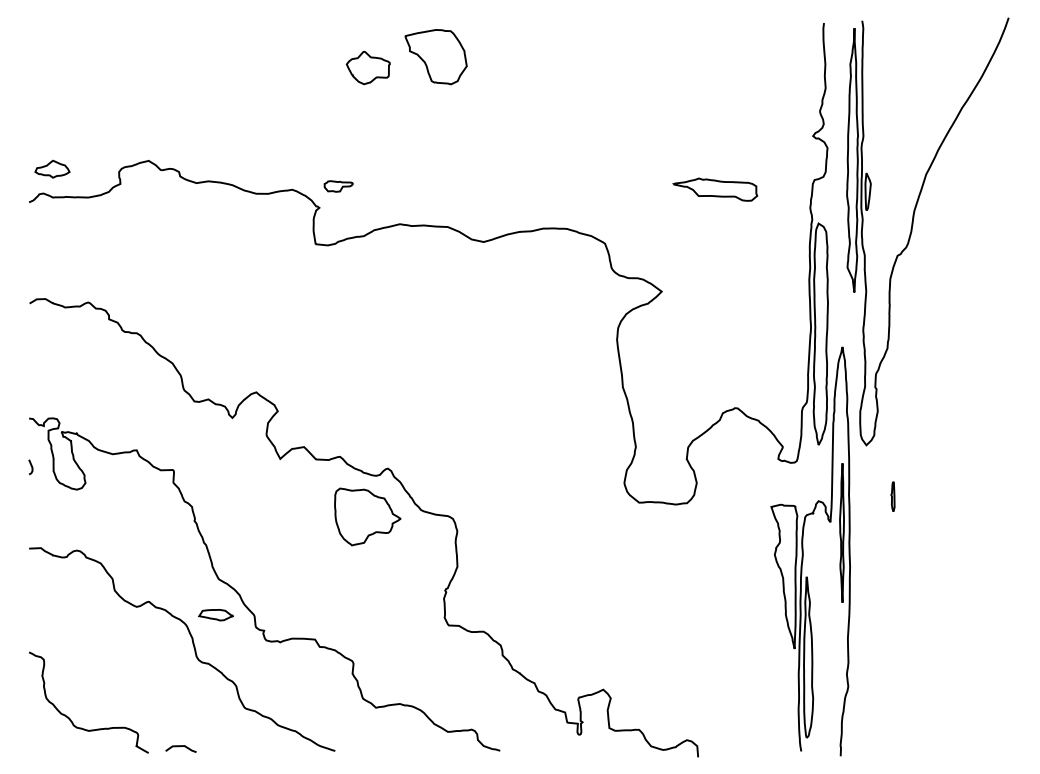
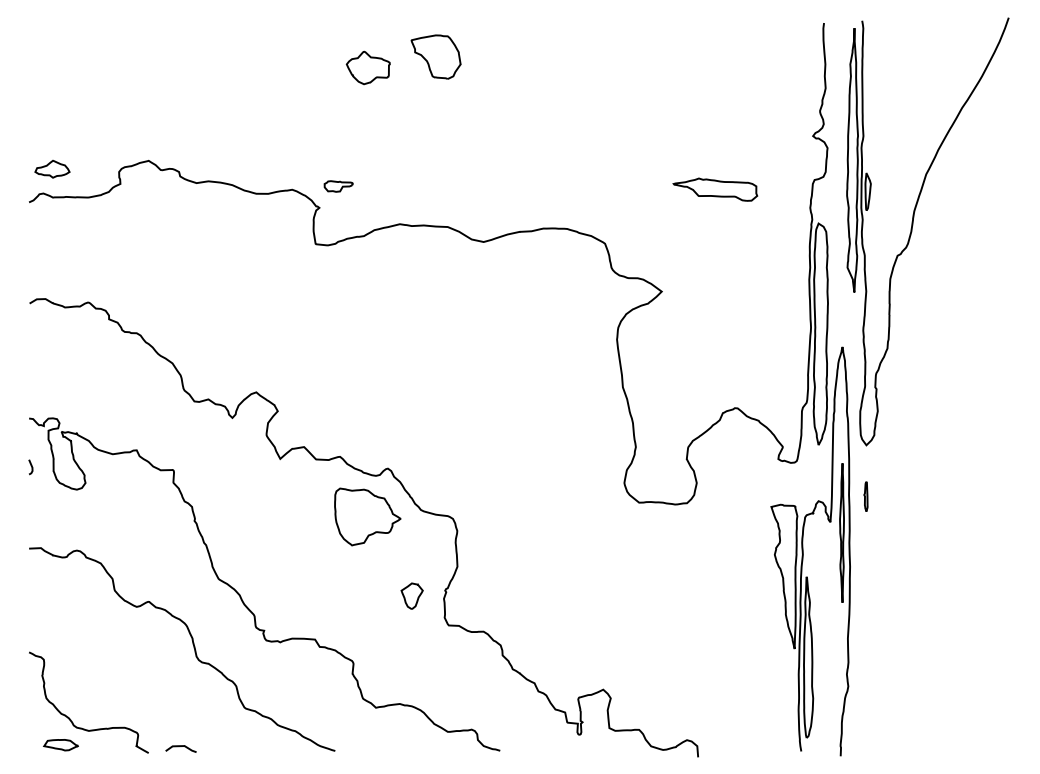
part at (435, 57) size: 64x57 px -> 52x46 px
part at (892, 496) position: (892, 496) -> (865, 496)
part at (411, 595): none -> present
part at (215, 615) position: (215, 615) -> (60, 745)
